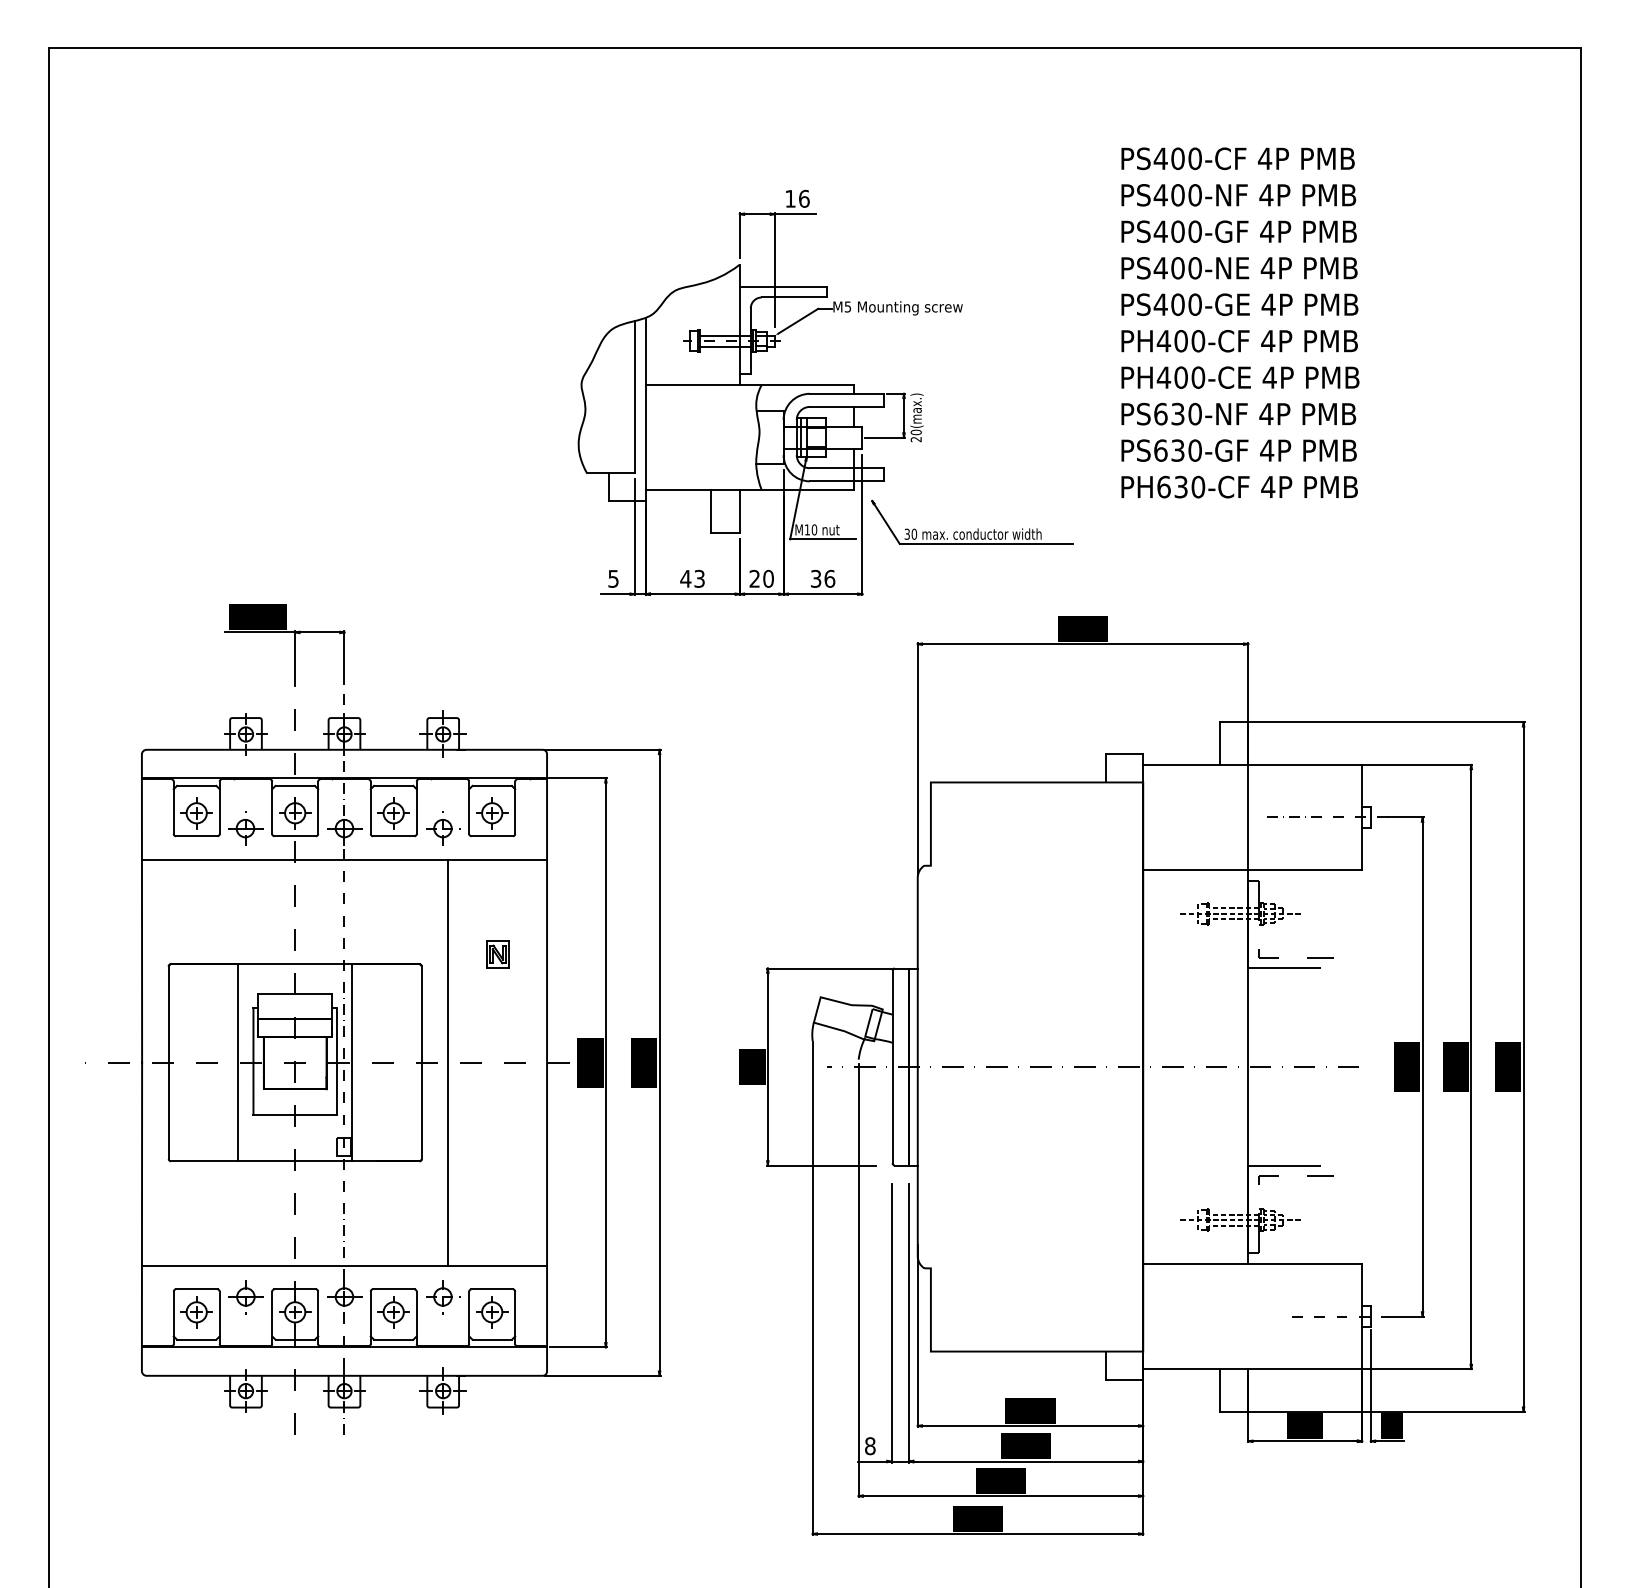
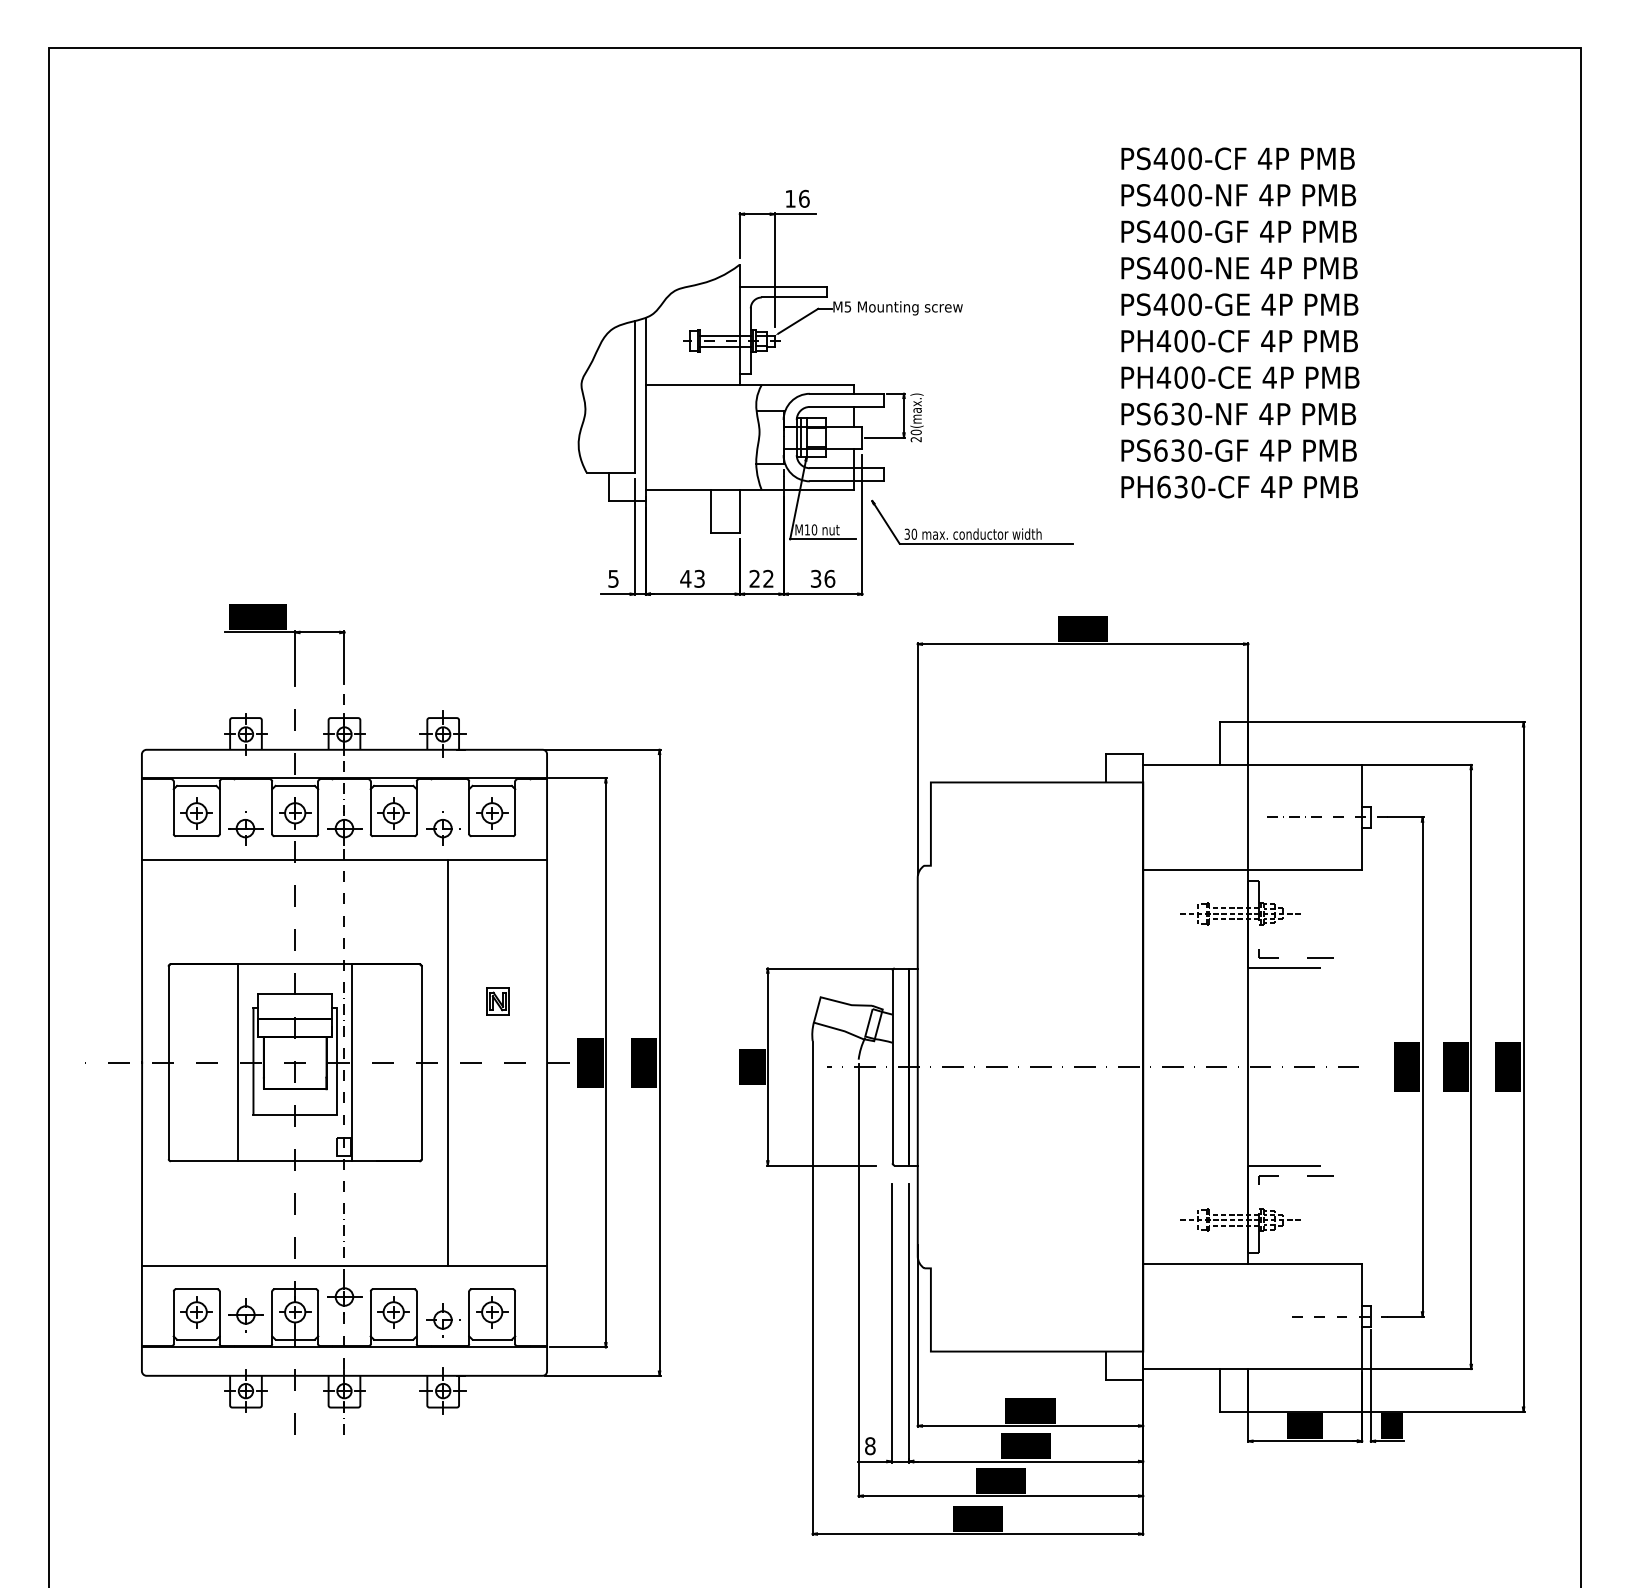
text at (768, 578): 20 -> 22
part at (497, 954) position: (497, 954) -> (497, 1001)
part at (245, 1297) position: (245, 1297) -> (245, 1315)
part at (443, 1297) position: (443, 1297) -> (443, 1320)
